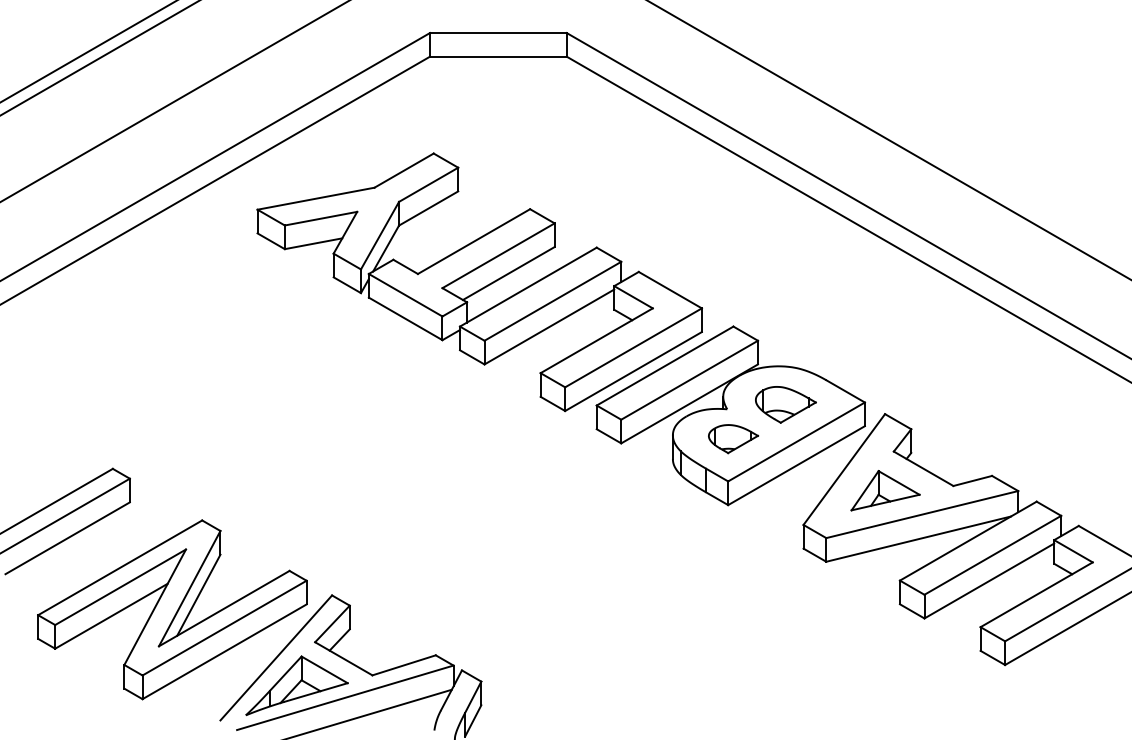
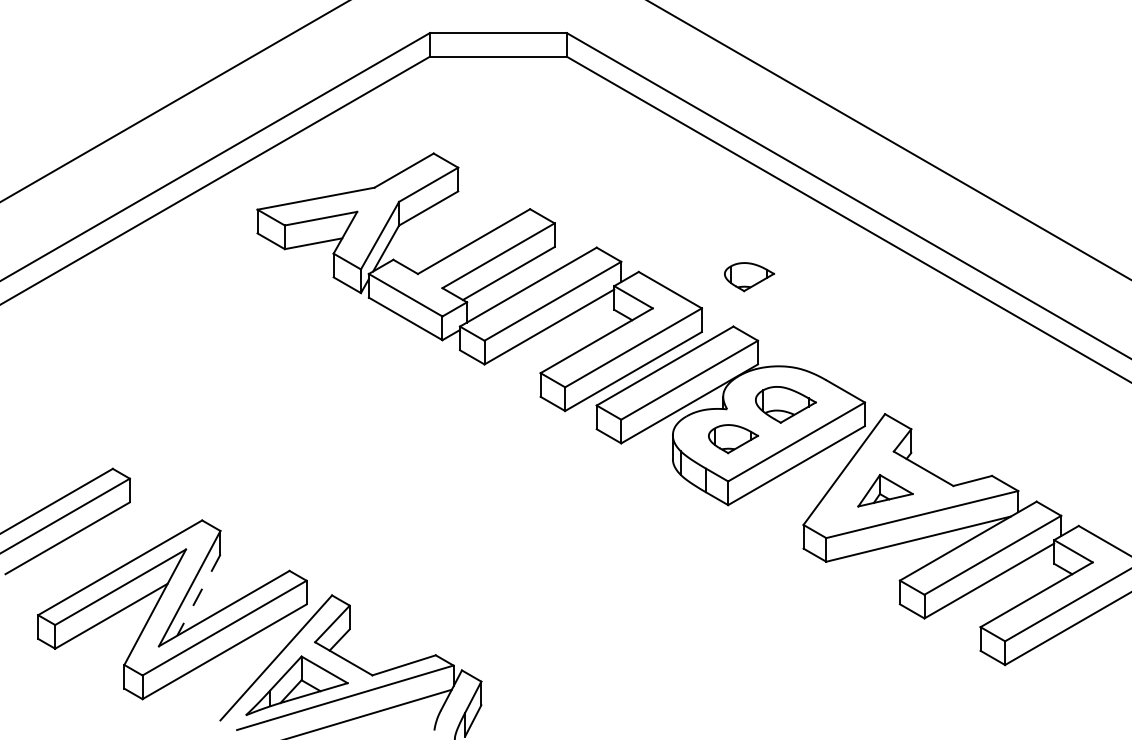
line at (88, 51): present -> none
line at (99, 58): present -> none
part at (749, 277): none -> present
part at (885, 490) size: 71x42 px -> 57x34 px
line at (198, 595): solid -> dashed
